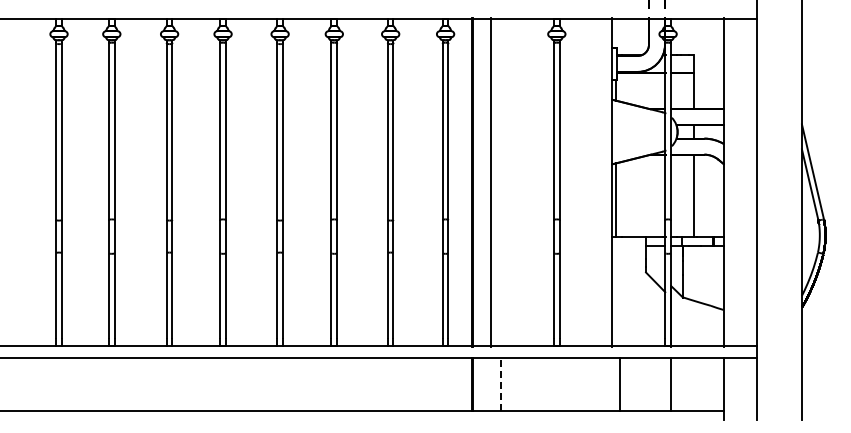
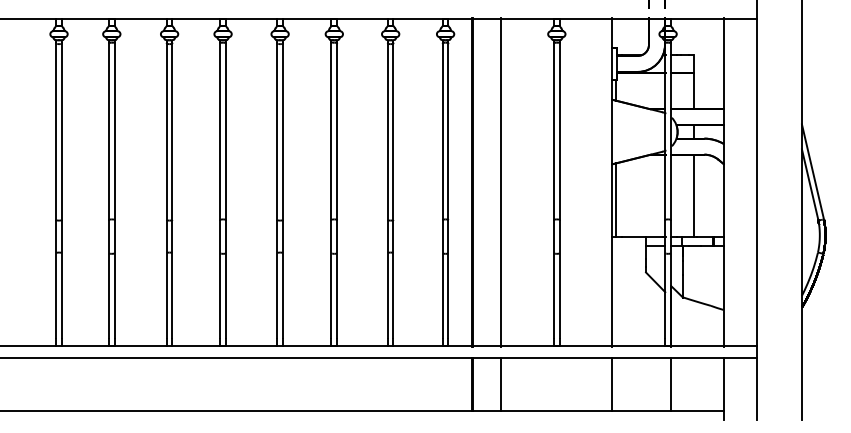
line at (491, 182) position: (491, 182) -> (501, 182)
line at (501, 384): dashed -> solid
line at (620, 384) position: (620, 384) -> (612, 384)
